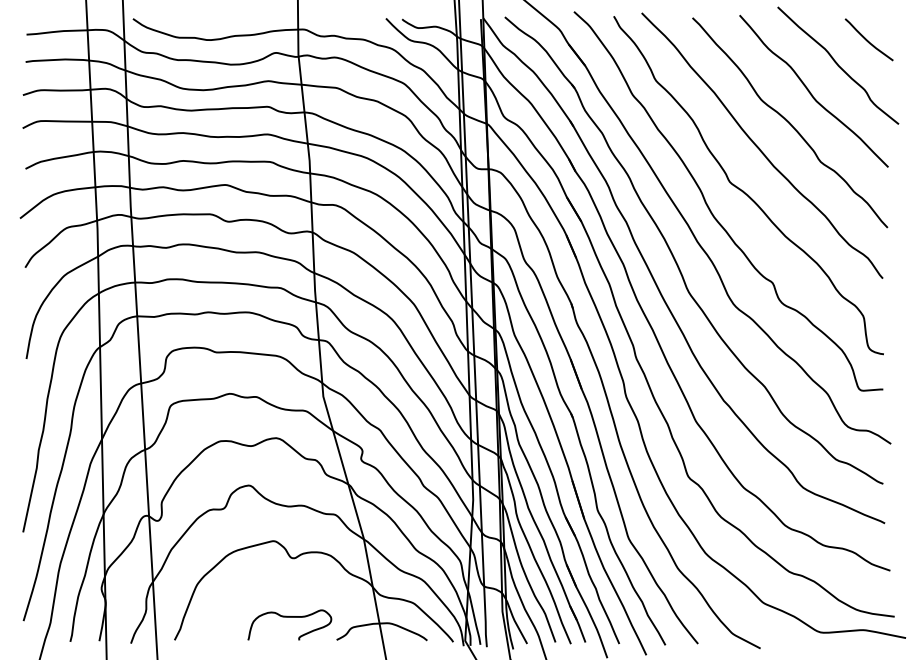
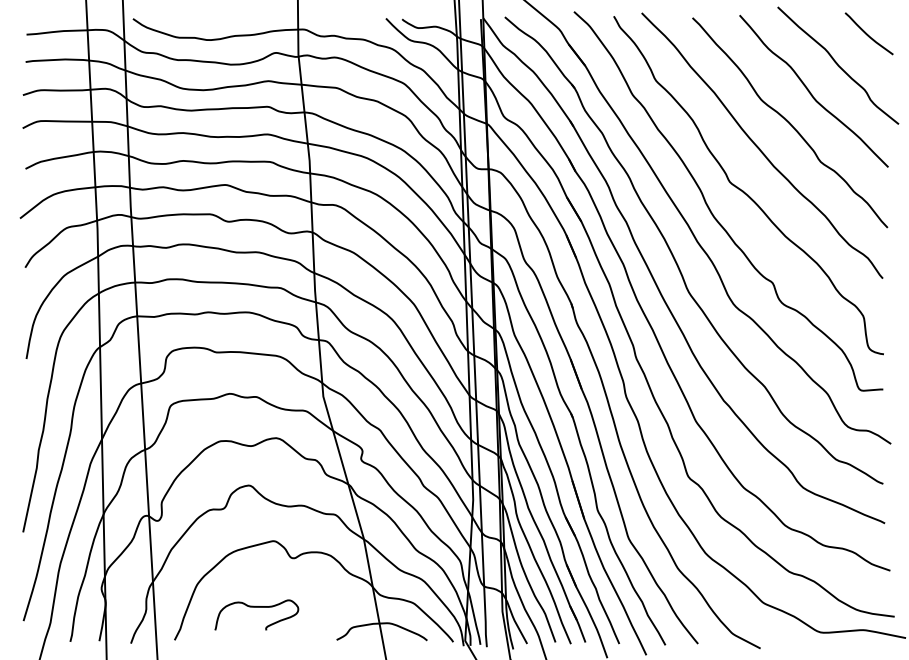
curve at (867, 39) position: (867, 39) -> (867, 33)
curve at (289, 617) position: (289, 617) -> (256, 607)
